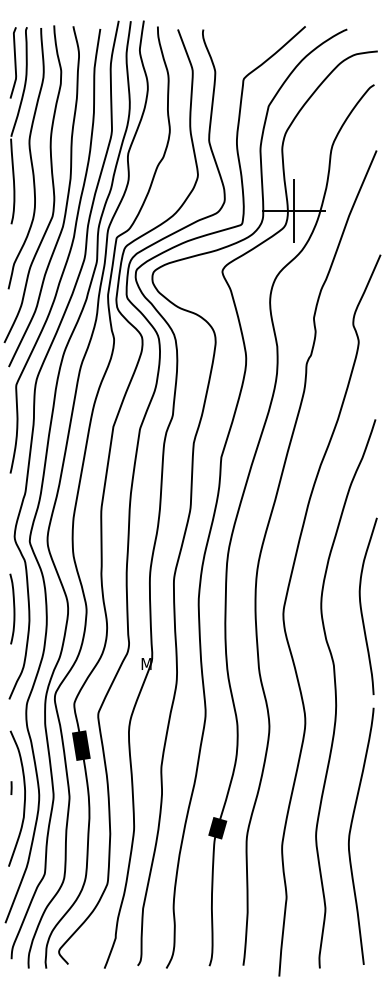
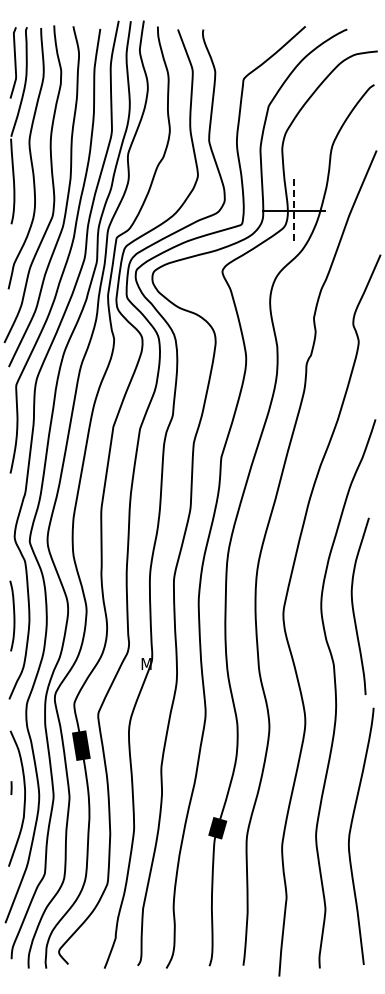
line at (294, 211): solid -> dashed
curve at (361, 606) position: (361, 606) -> (353, 606)
curve at (13, 608) position: (13, 608) -> (13, 615)
